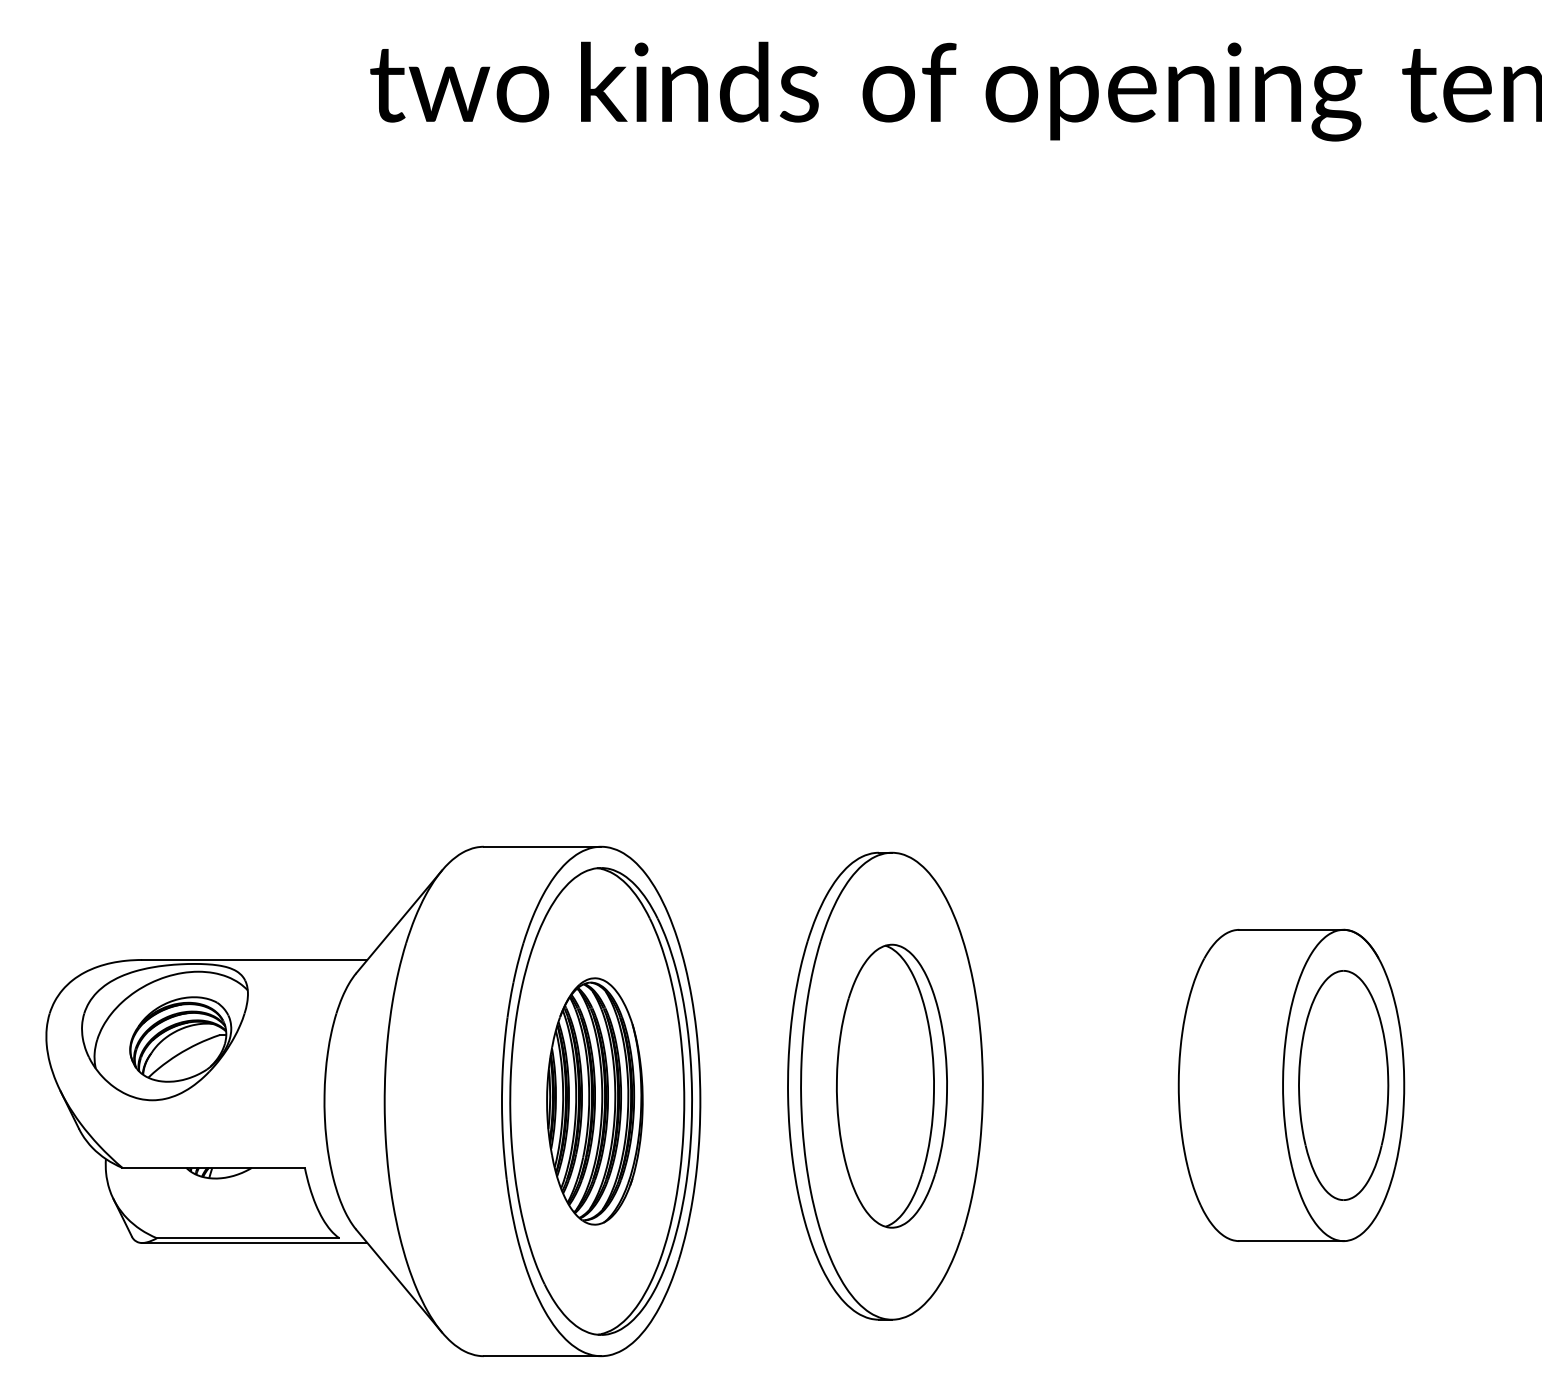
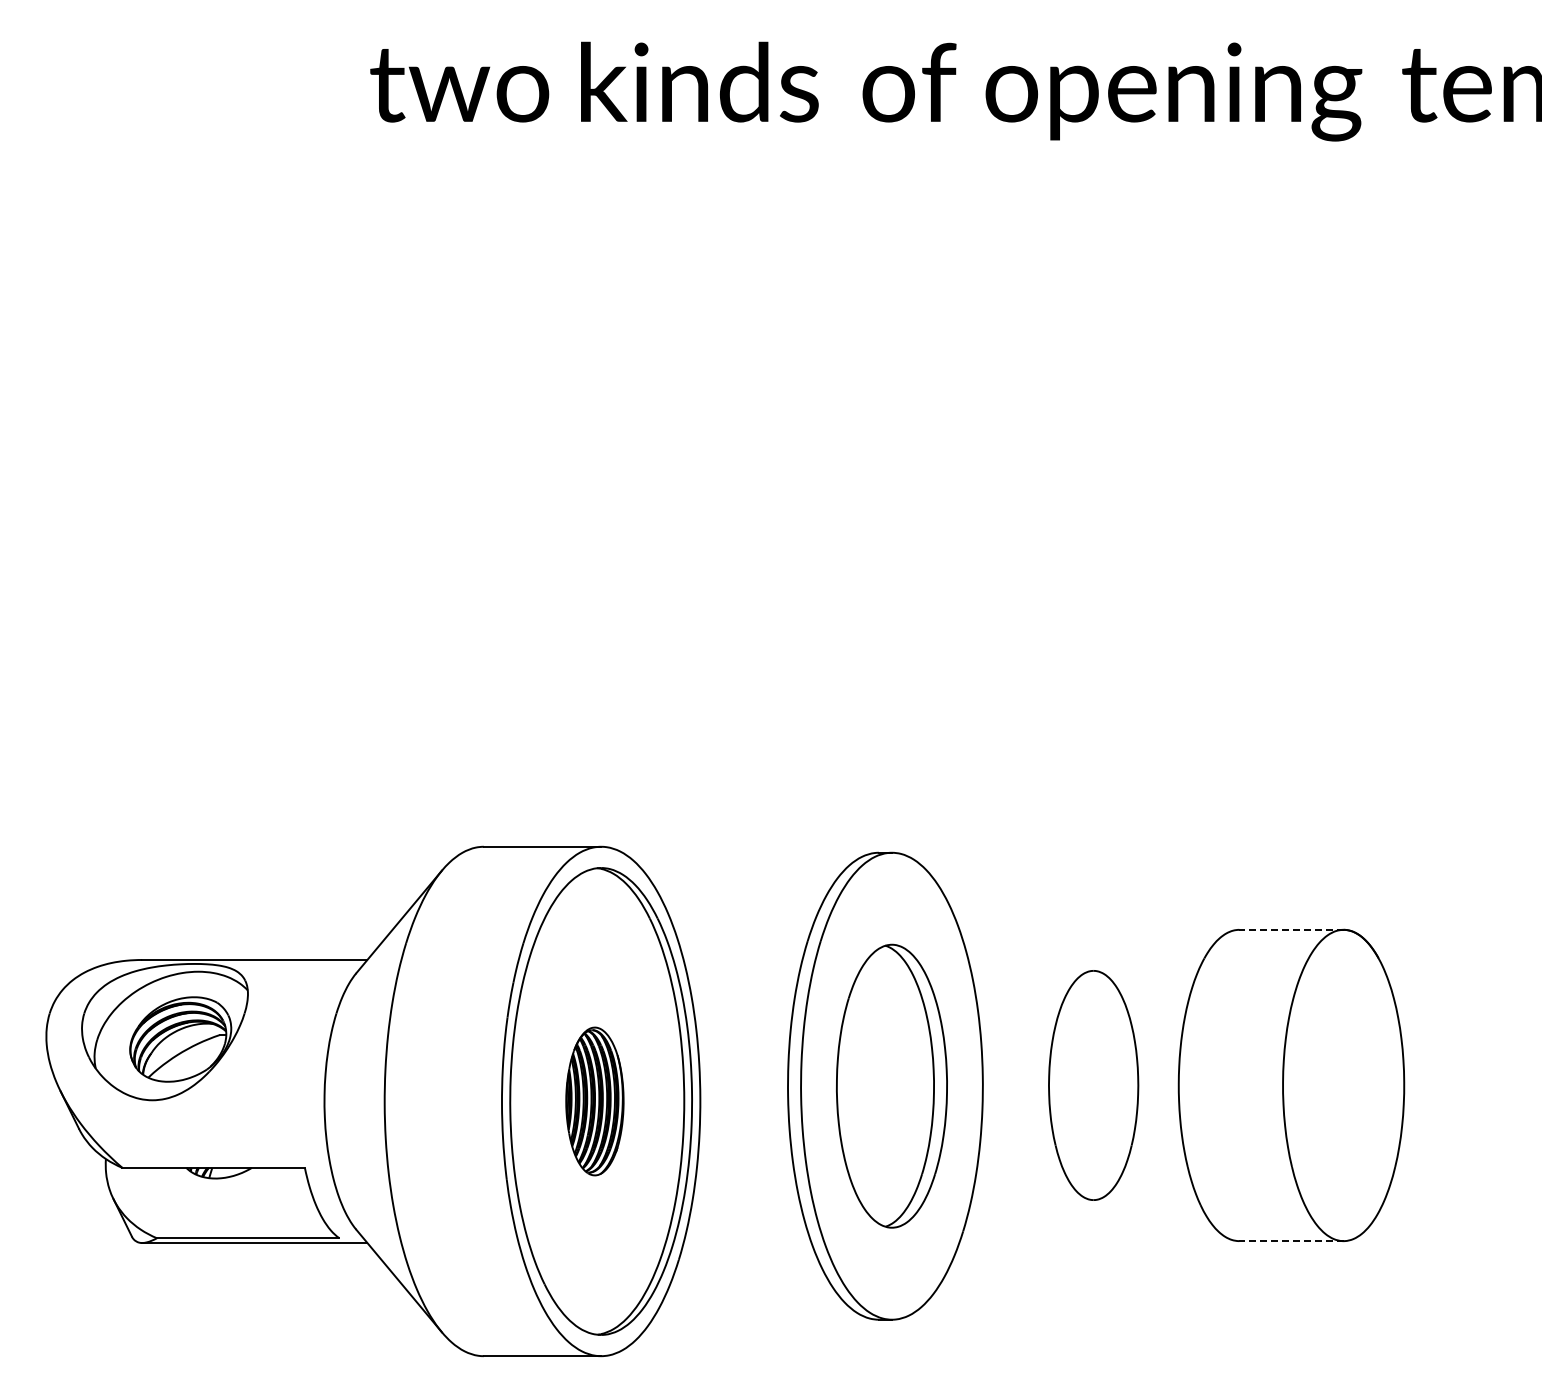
line at (1291, 929): solid -> dashed
part at (1343, 1085) position: (1343, 1085) -> (1093, 1085)
part at (594, 1101) size: 98x249 px -> 60x151 px
line at (1291, 1241): solid -> dashed
